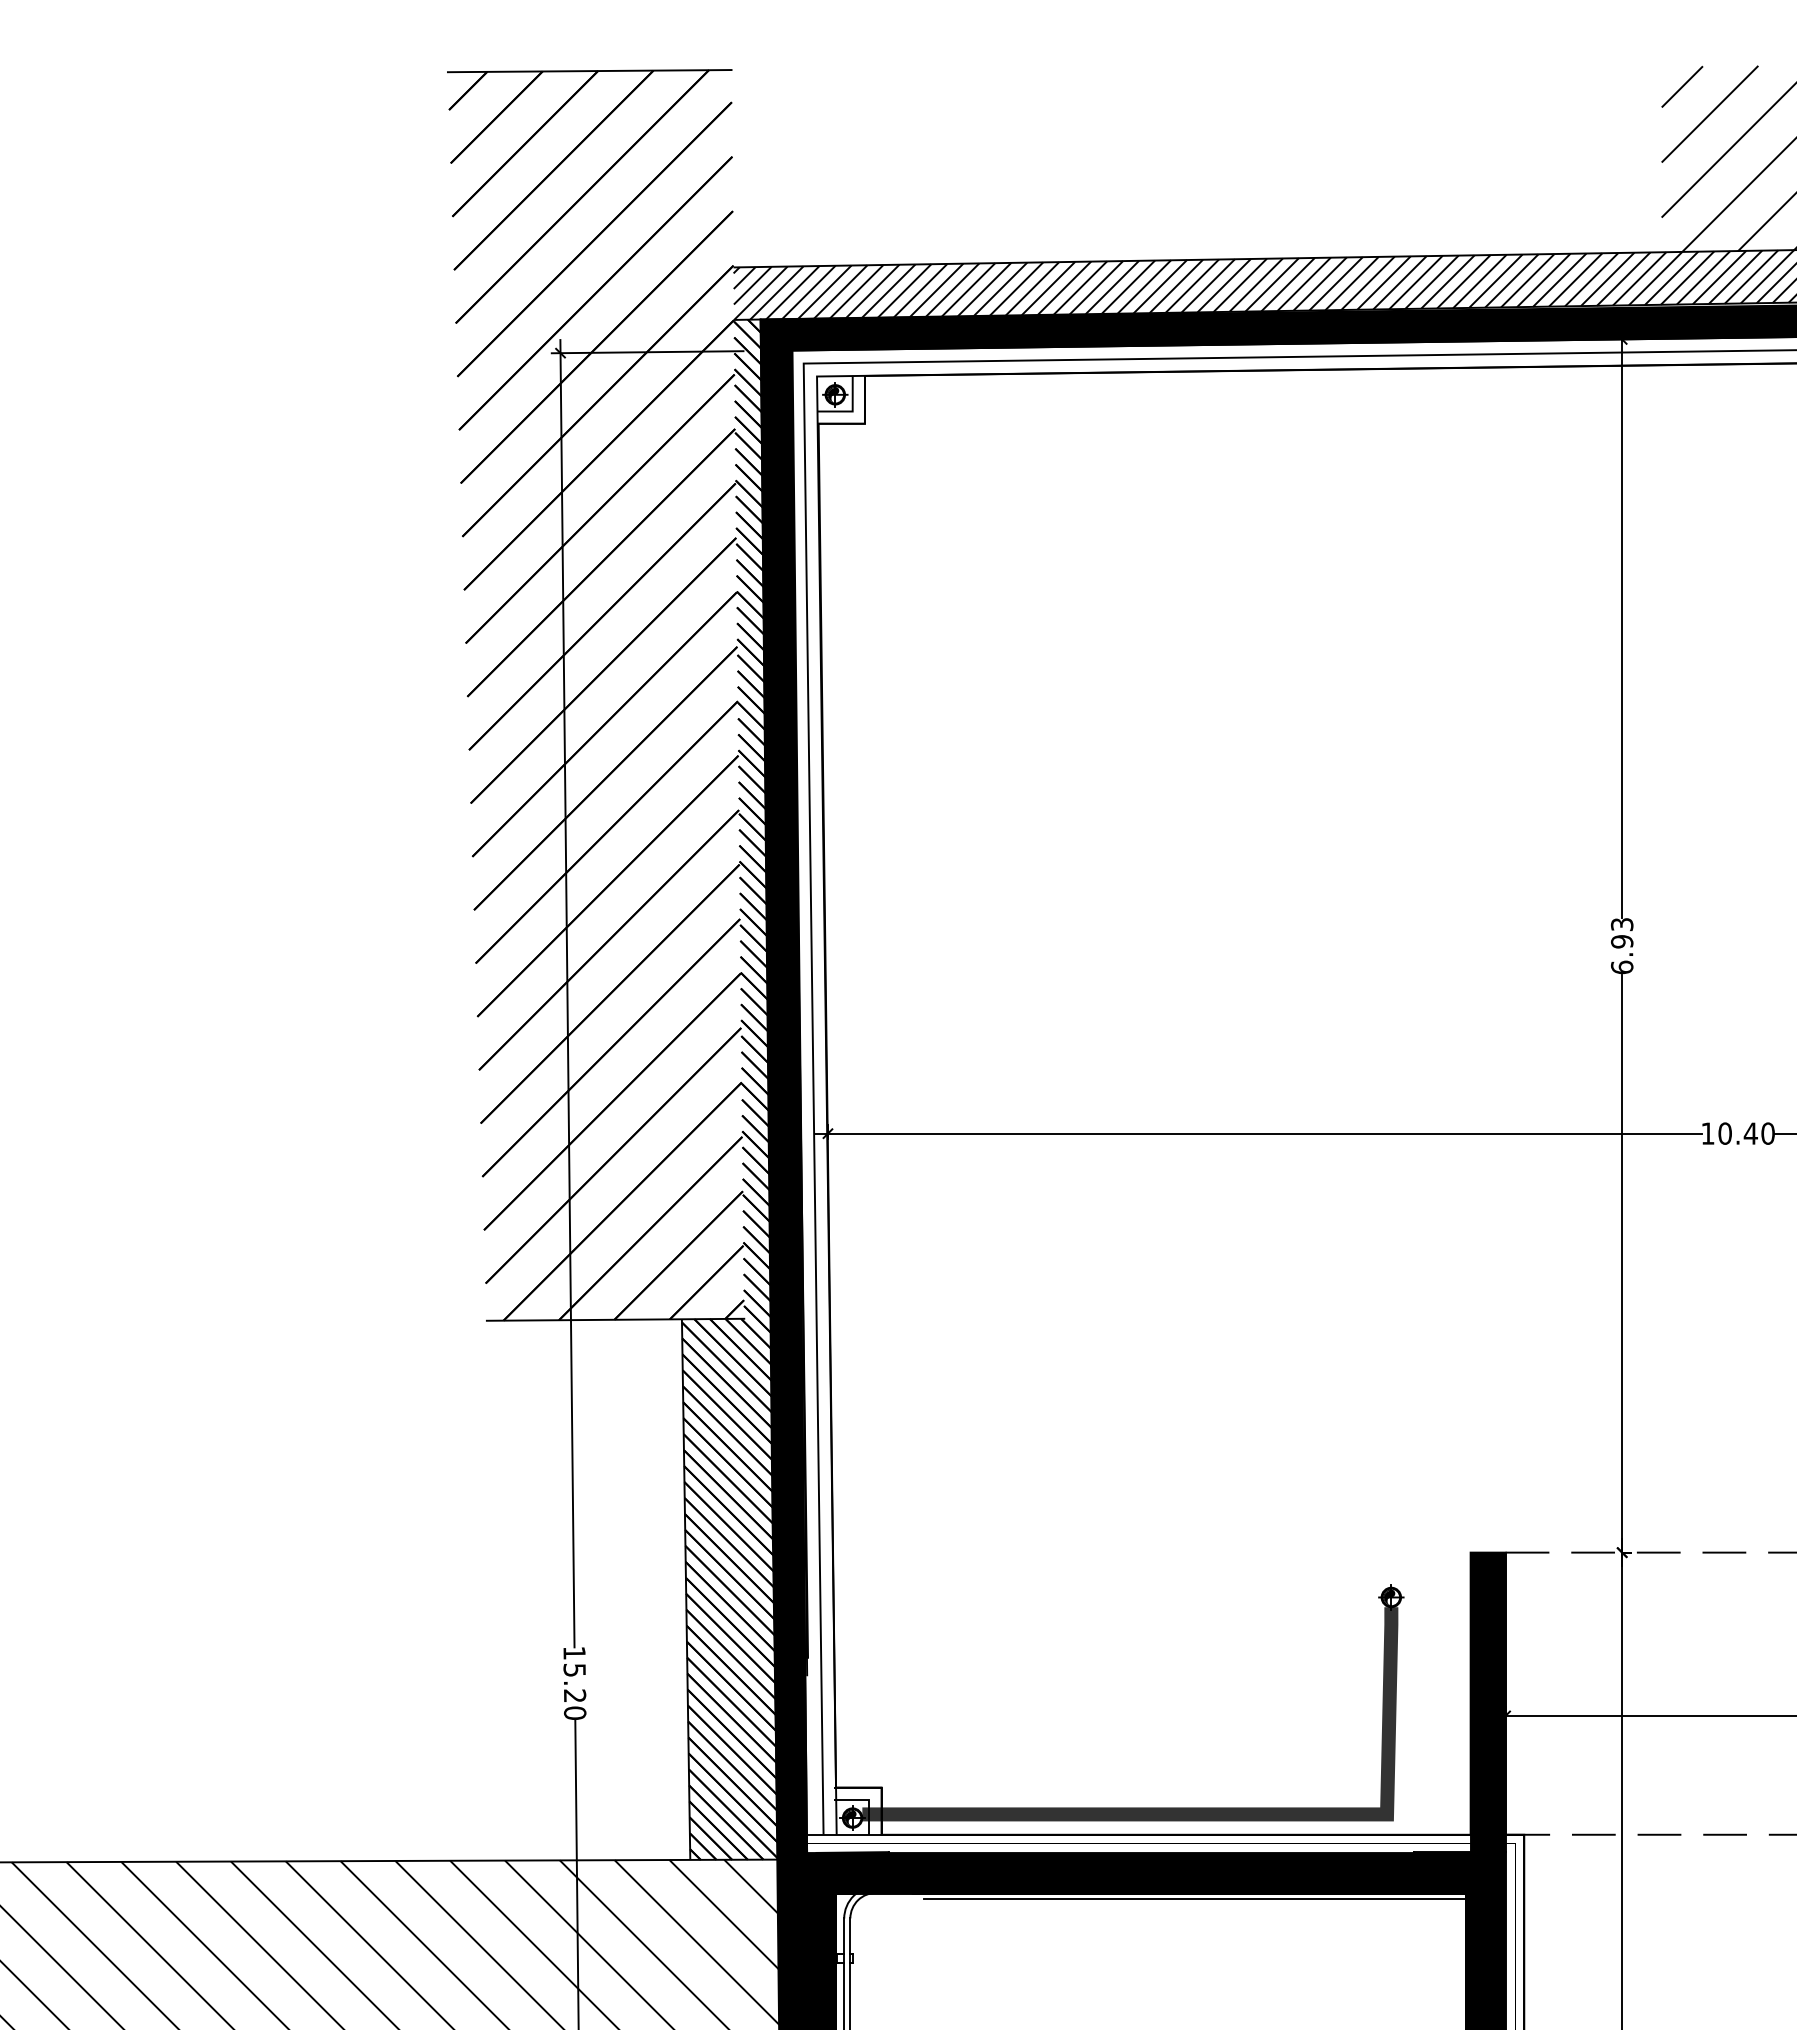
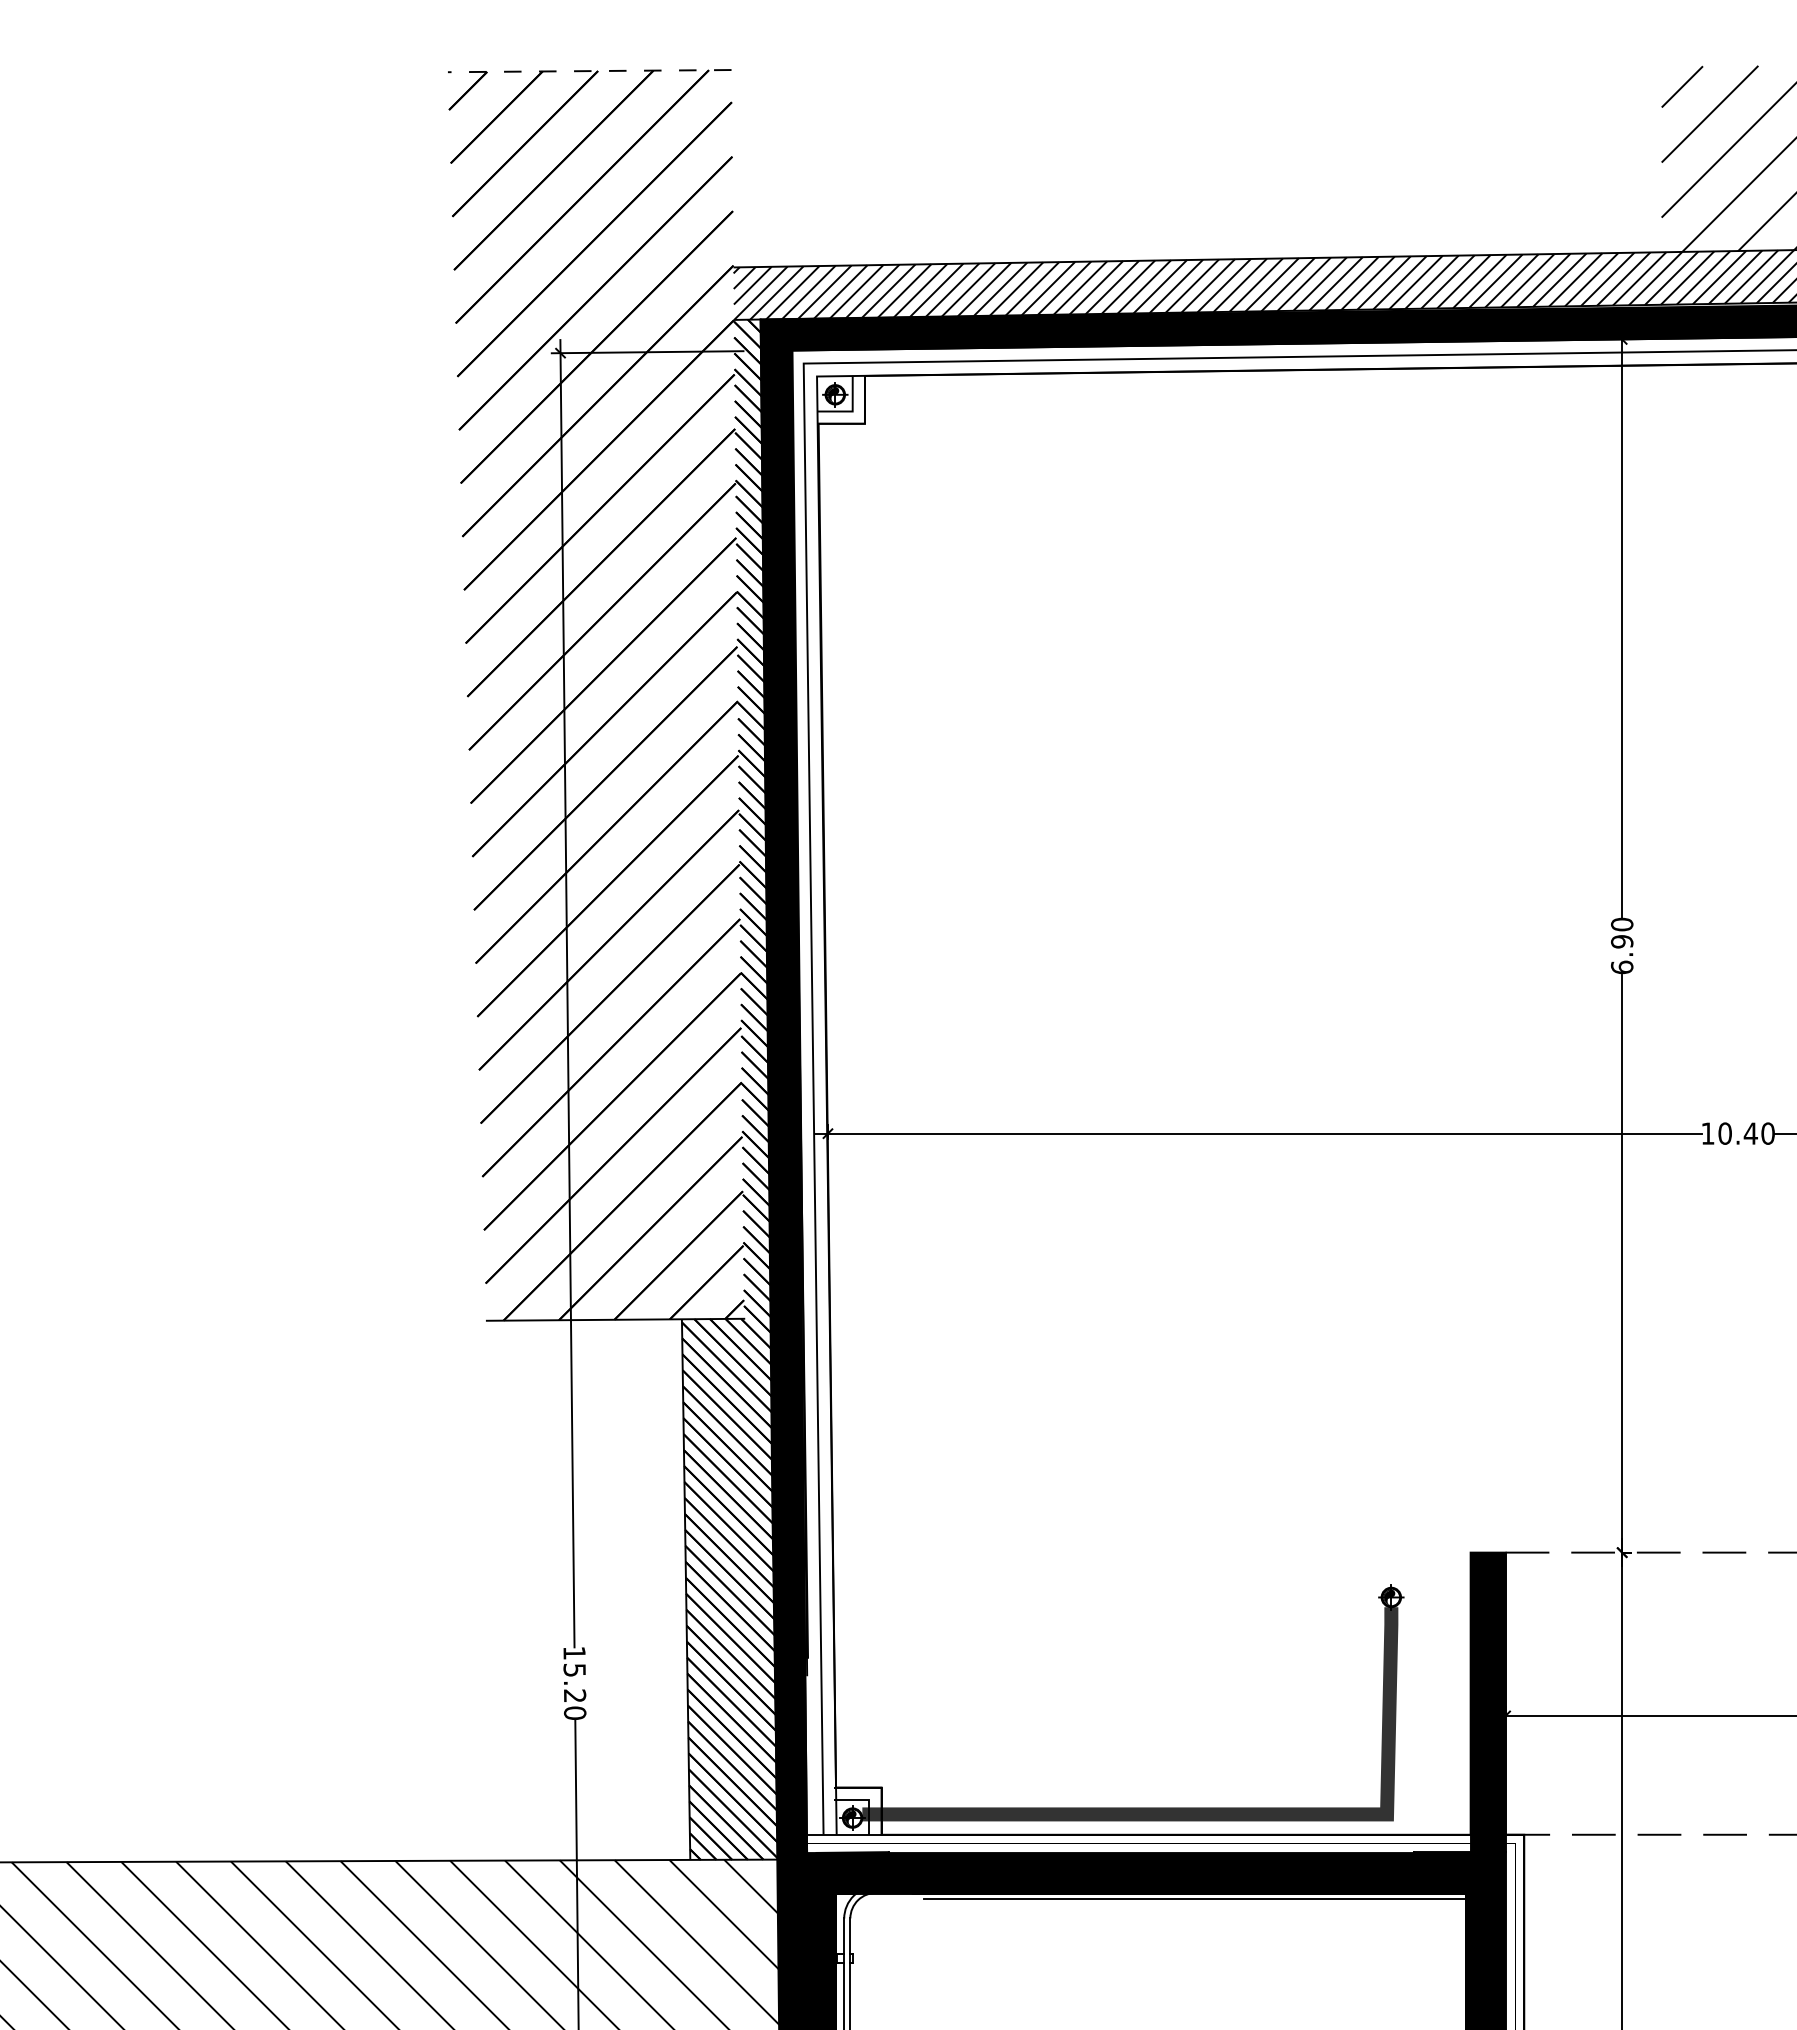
line at (589, 71): solid -> dashed
text at (1622, 924): 6.93 -> 6.90
